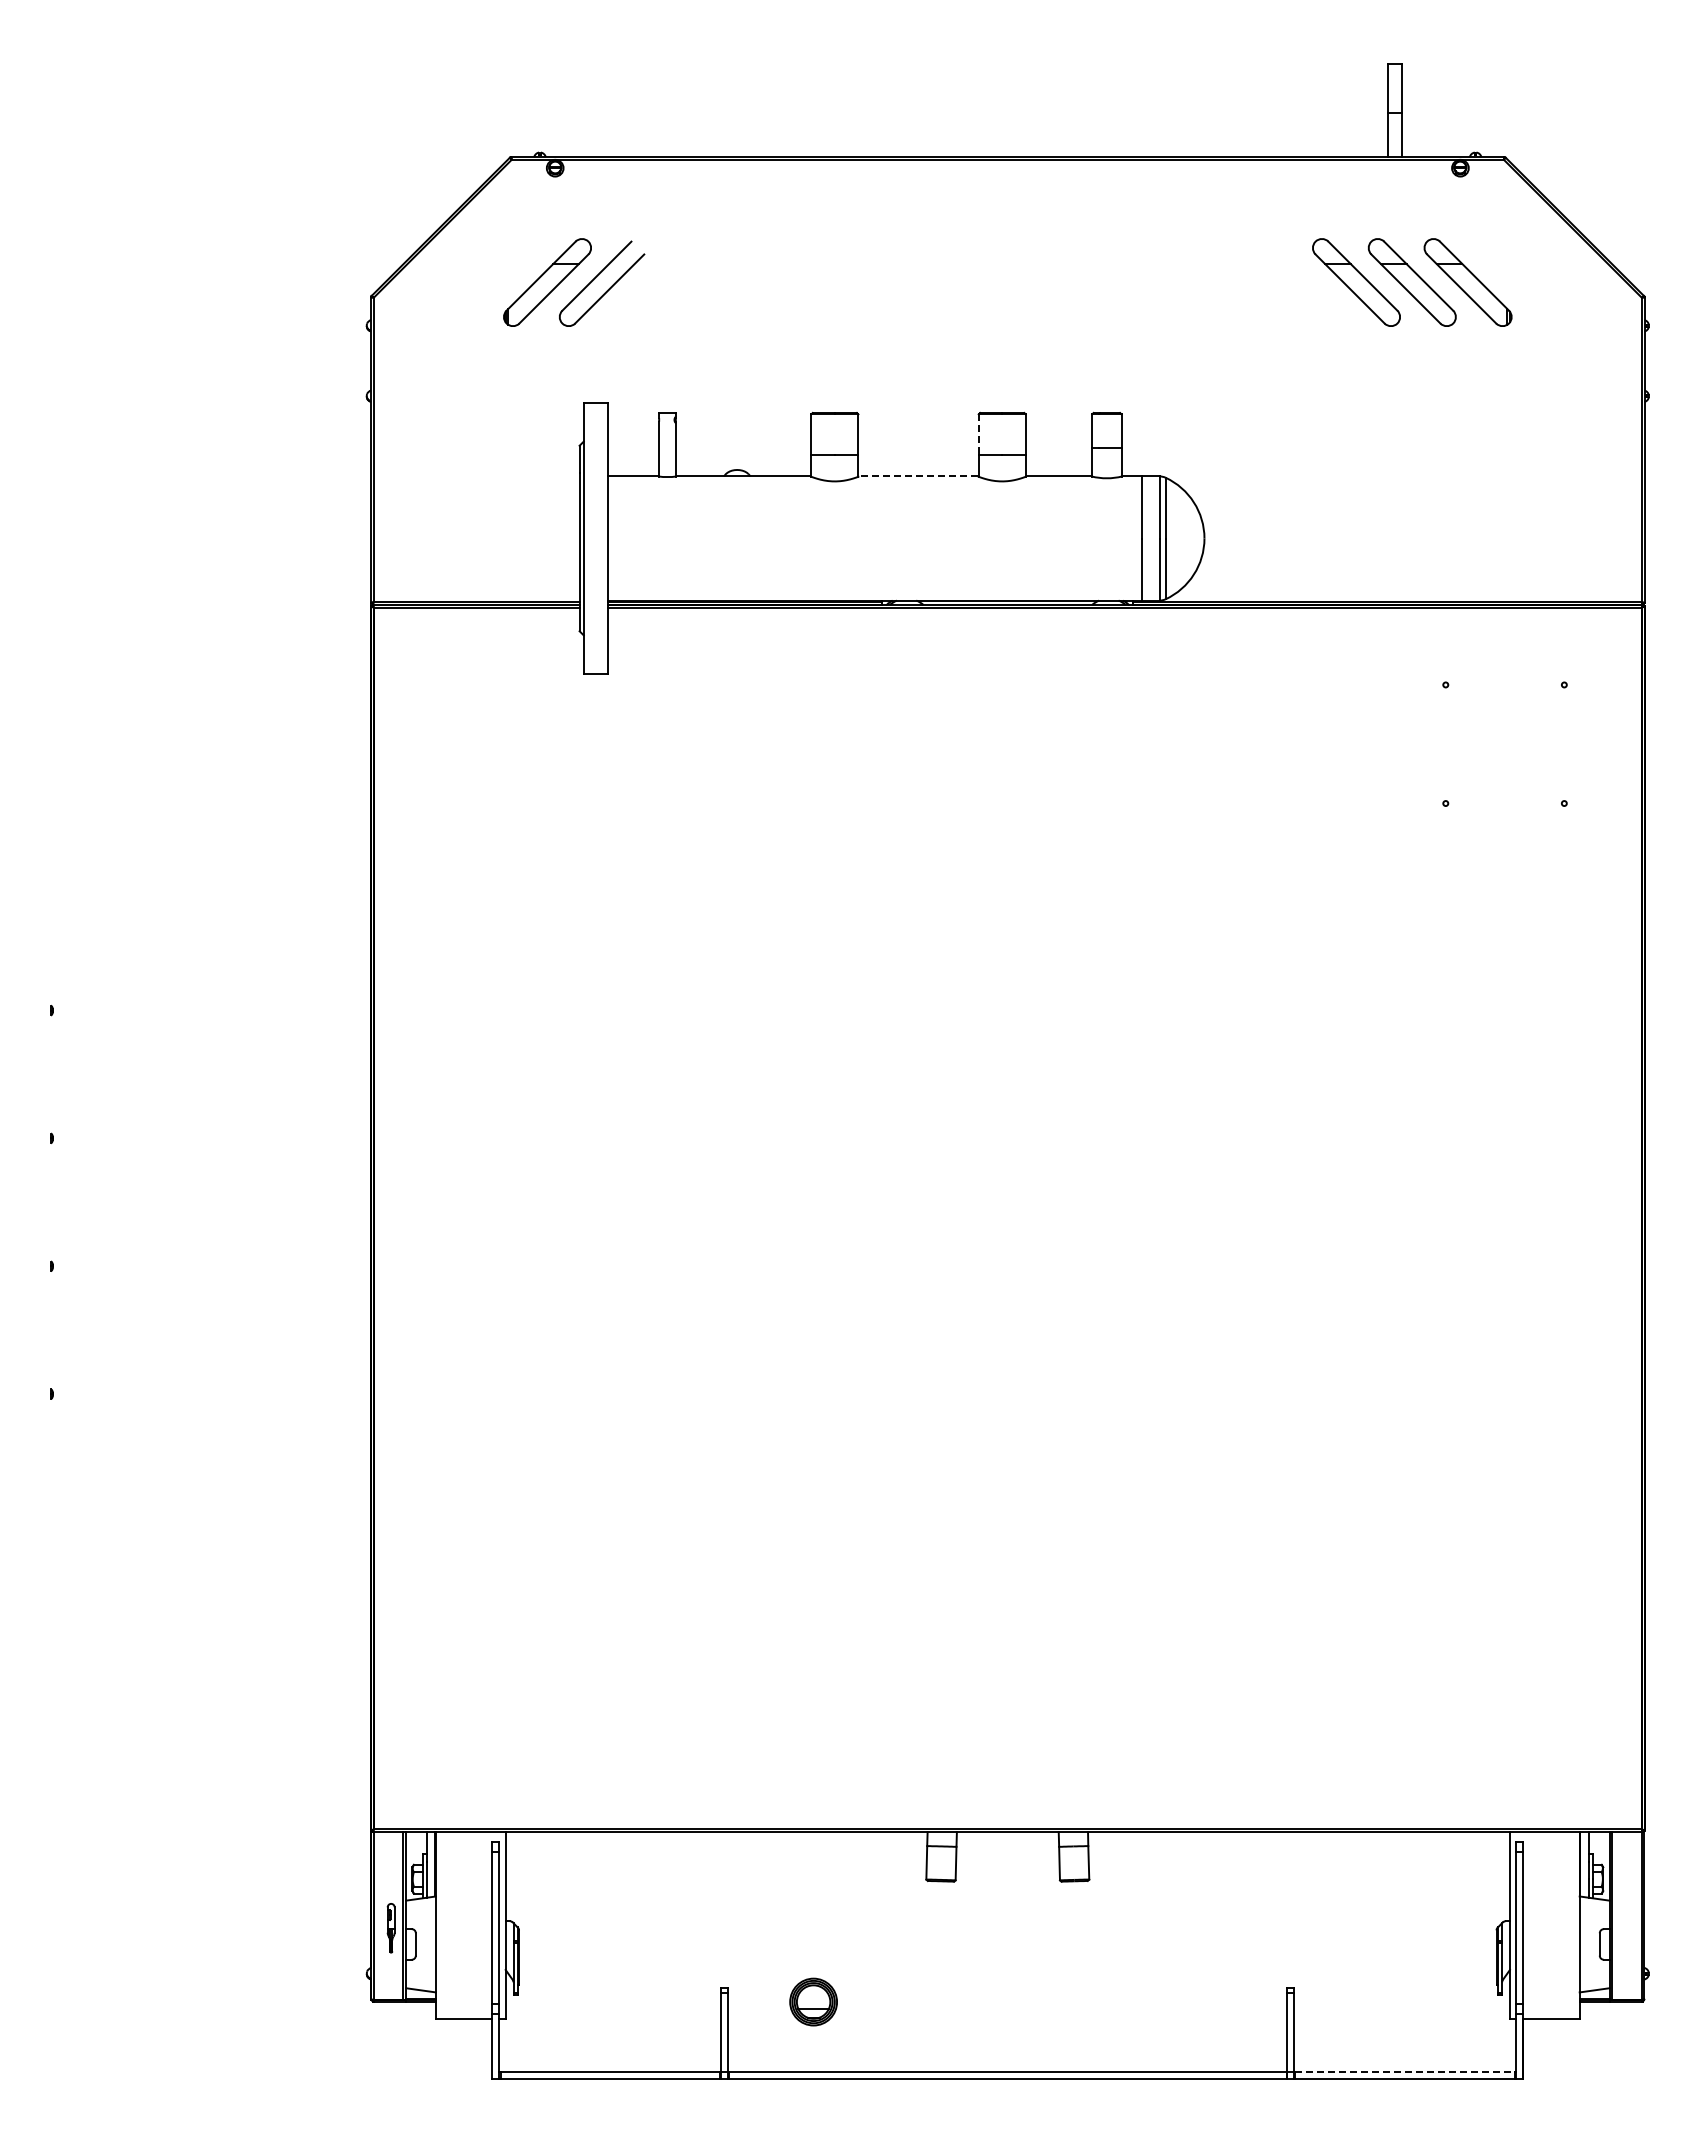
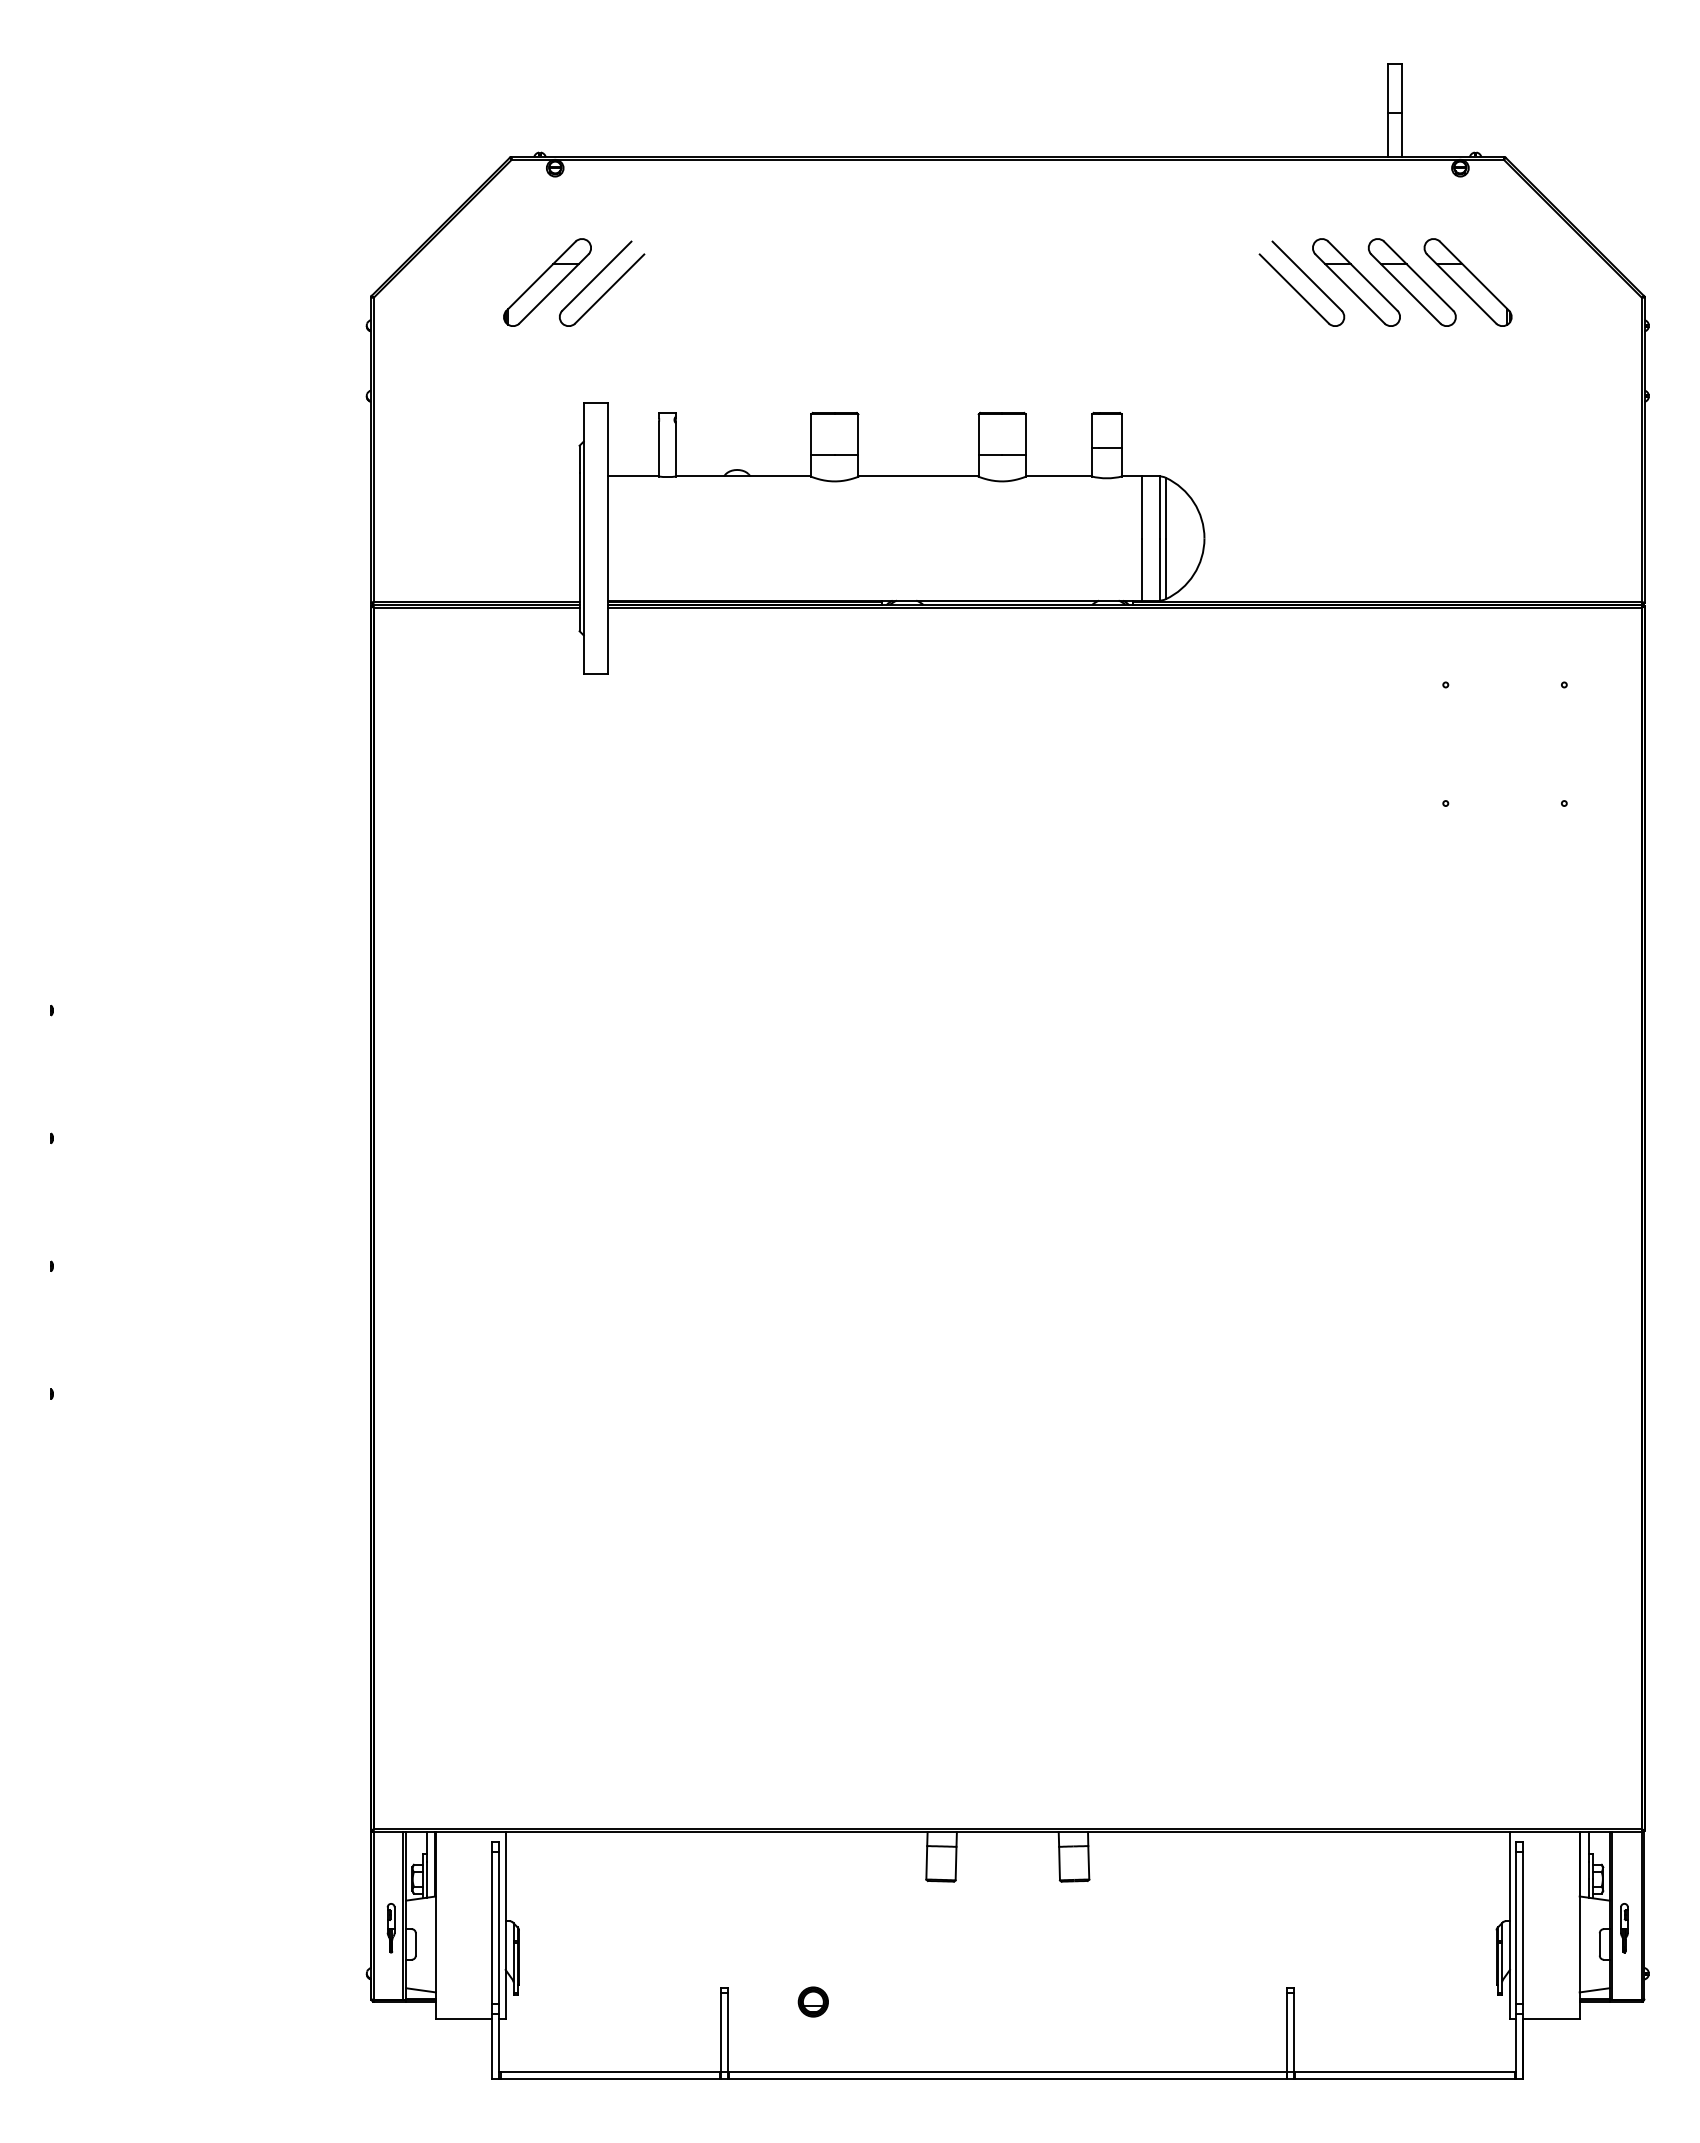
part at (1295, 288): none -> present
line at (978, 435): dashed -> solid
line at (918, 476): dashed -> solid
part at (1624, 1928): none -> present
part at (813, 2001) size: 49x50 px -> 32x32 px
line at (1404, 2071): dashed -> solid
